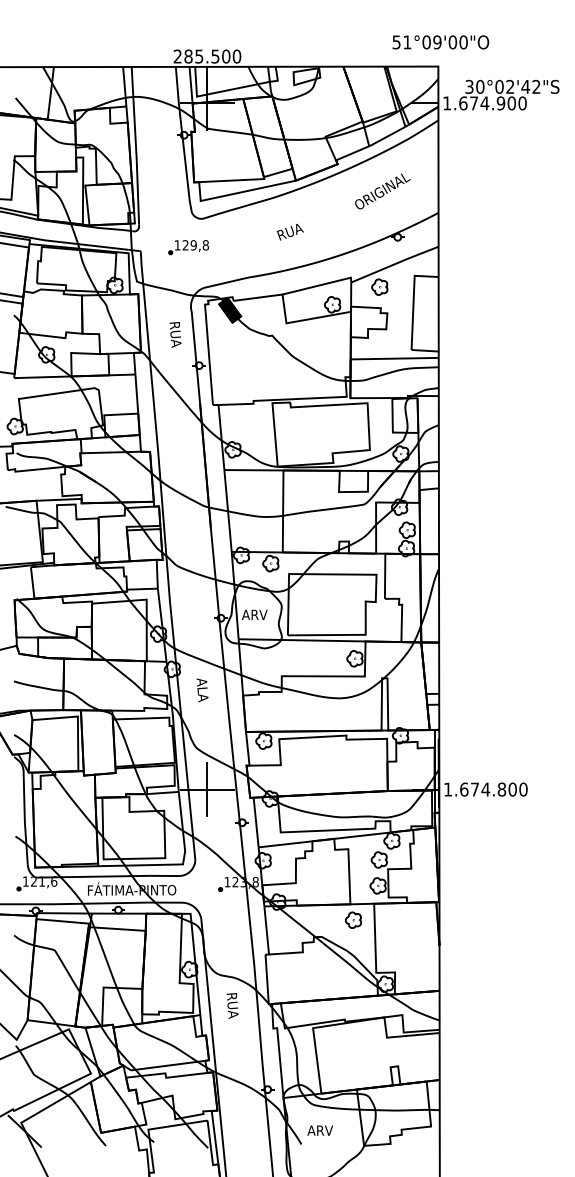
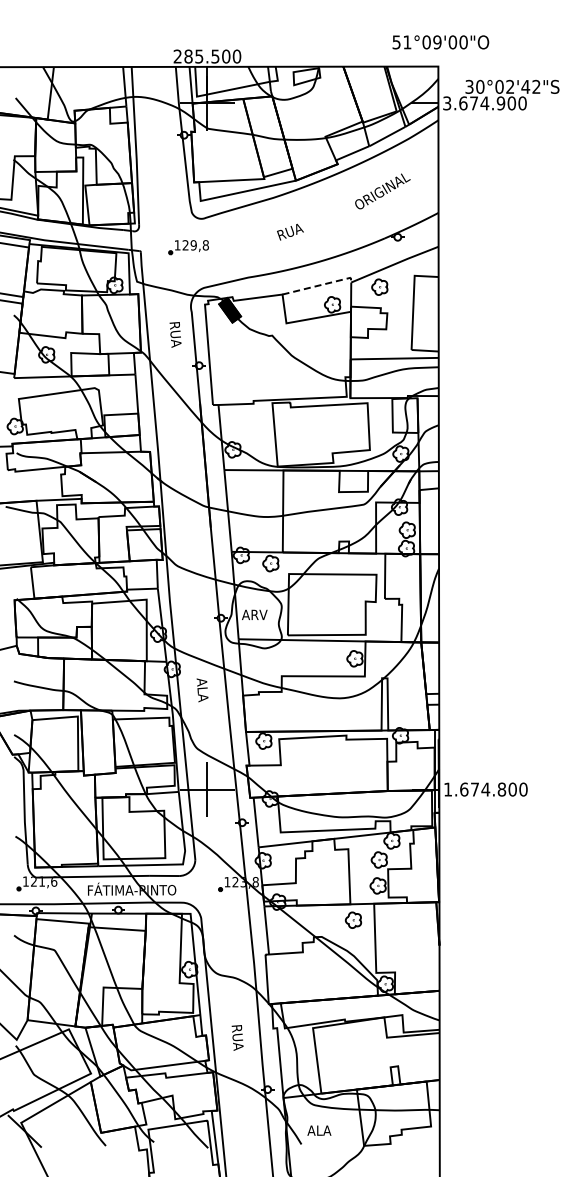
text at (447, 103): 1.674.900 -> 3.674.900
line at (320, 285): solid -> dashed
text at (232, 1005) position: (232, 1005) -> (237, 1037)
text at (325, 1130): ARV -> ALA
